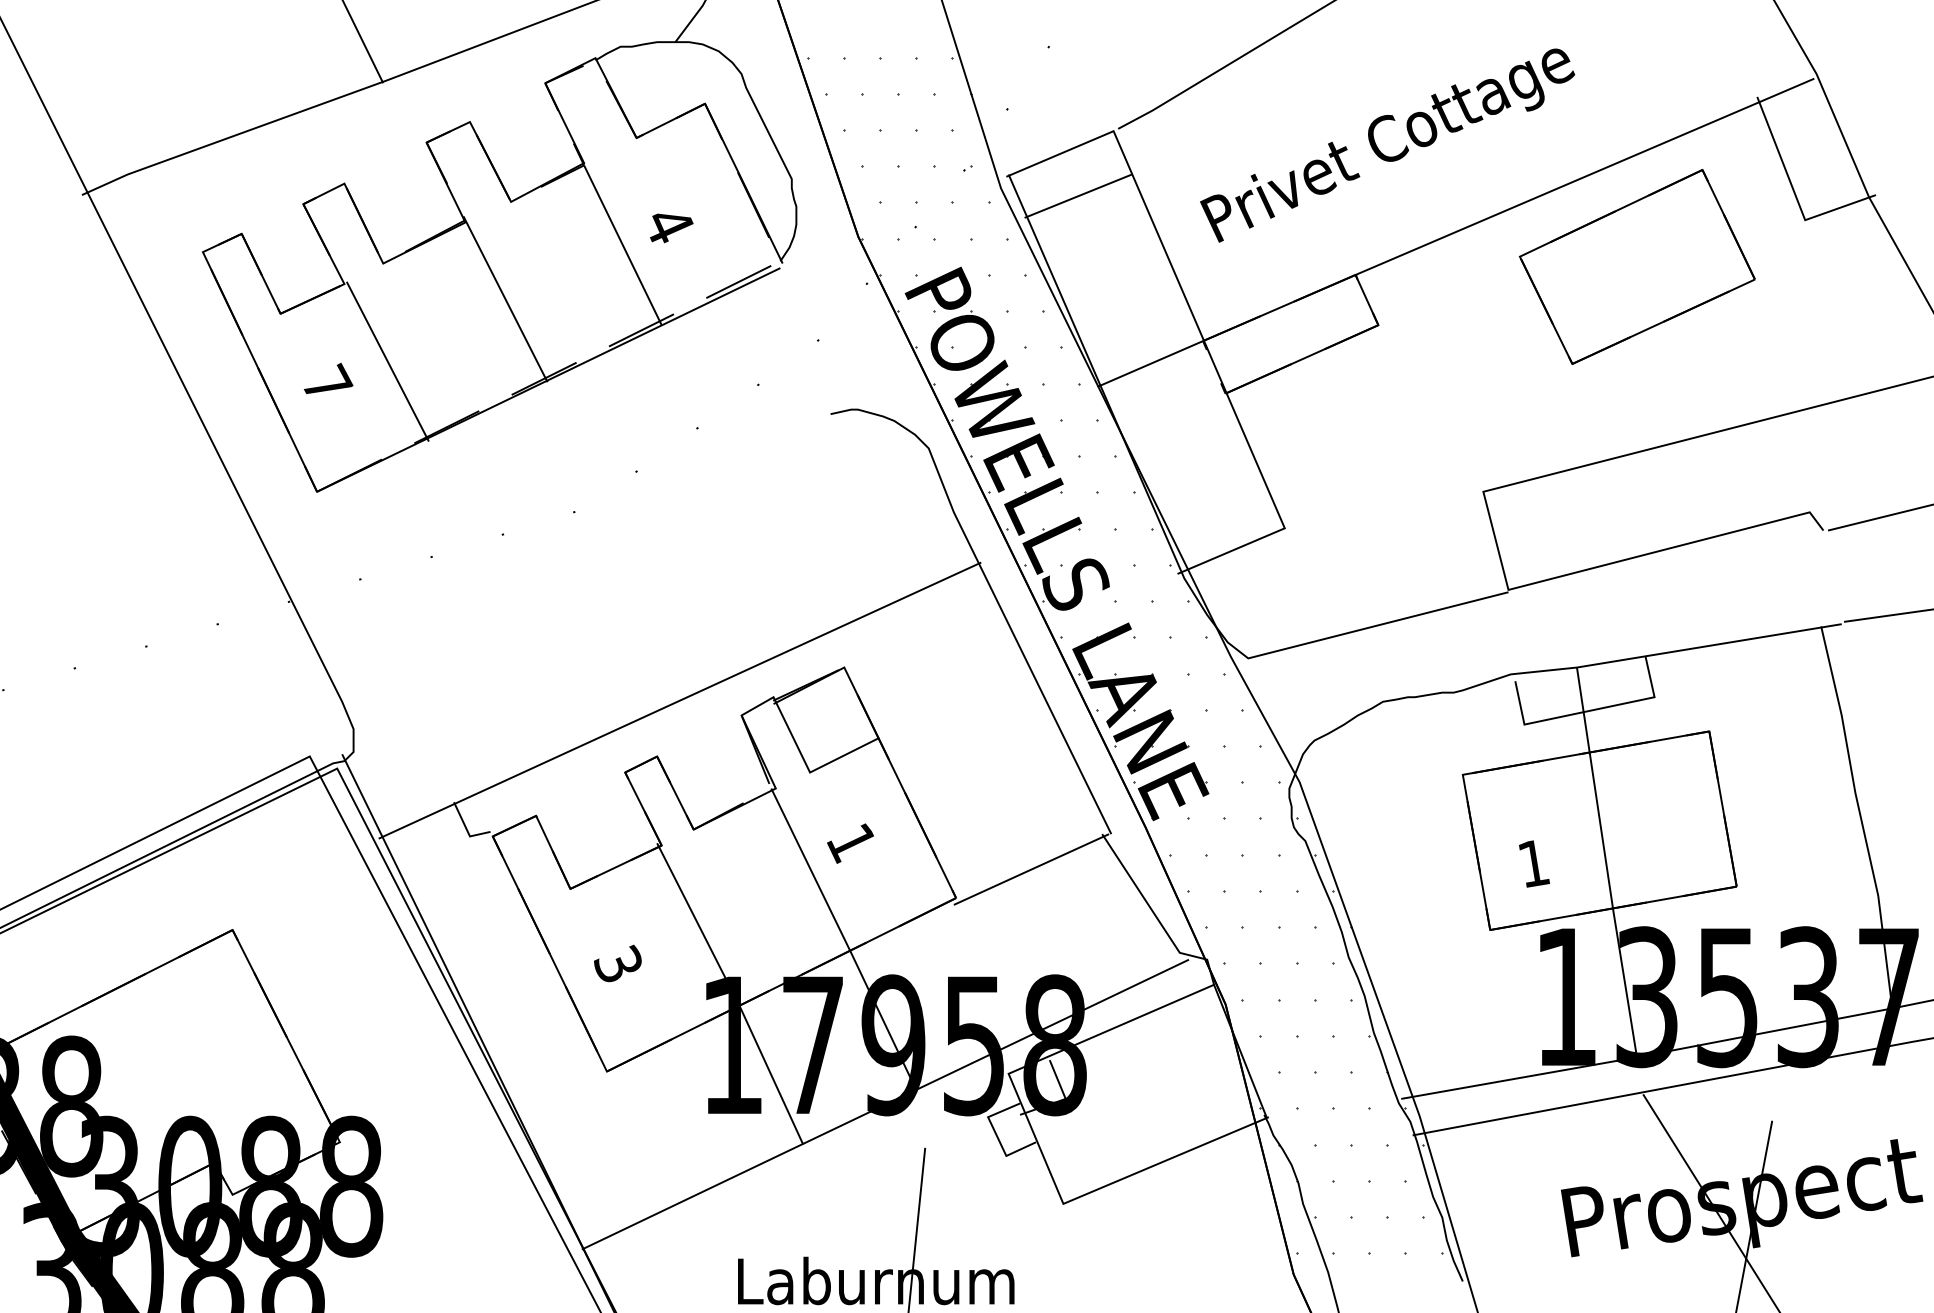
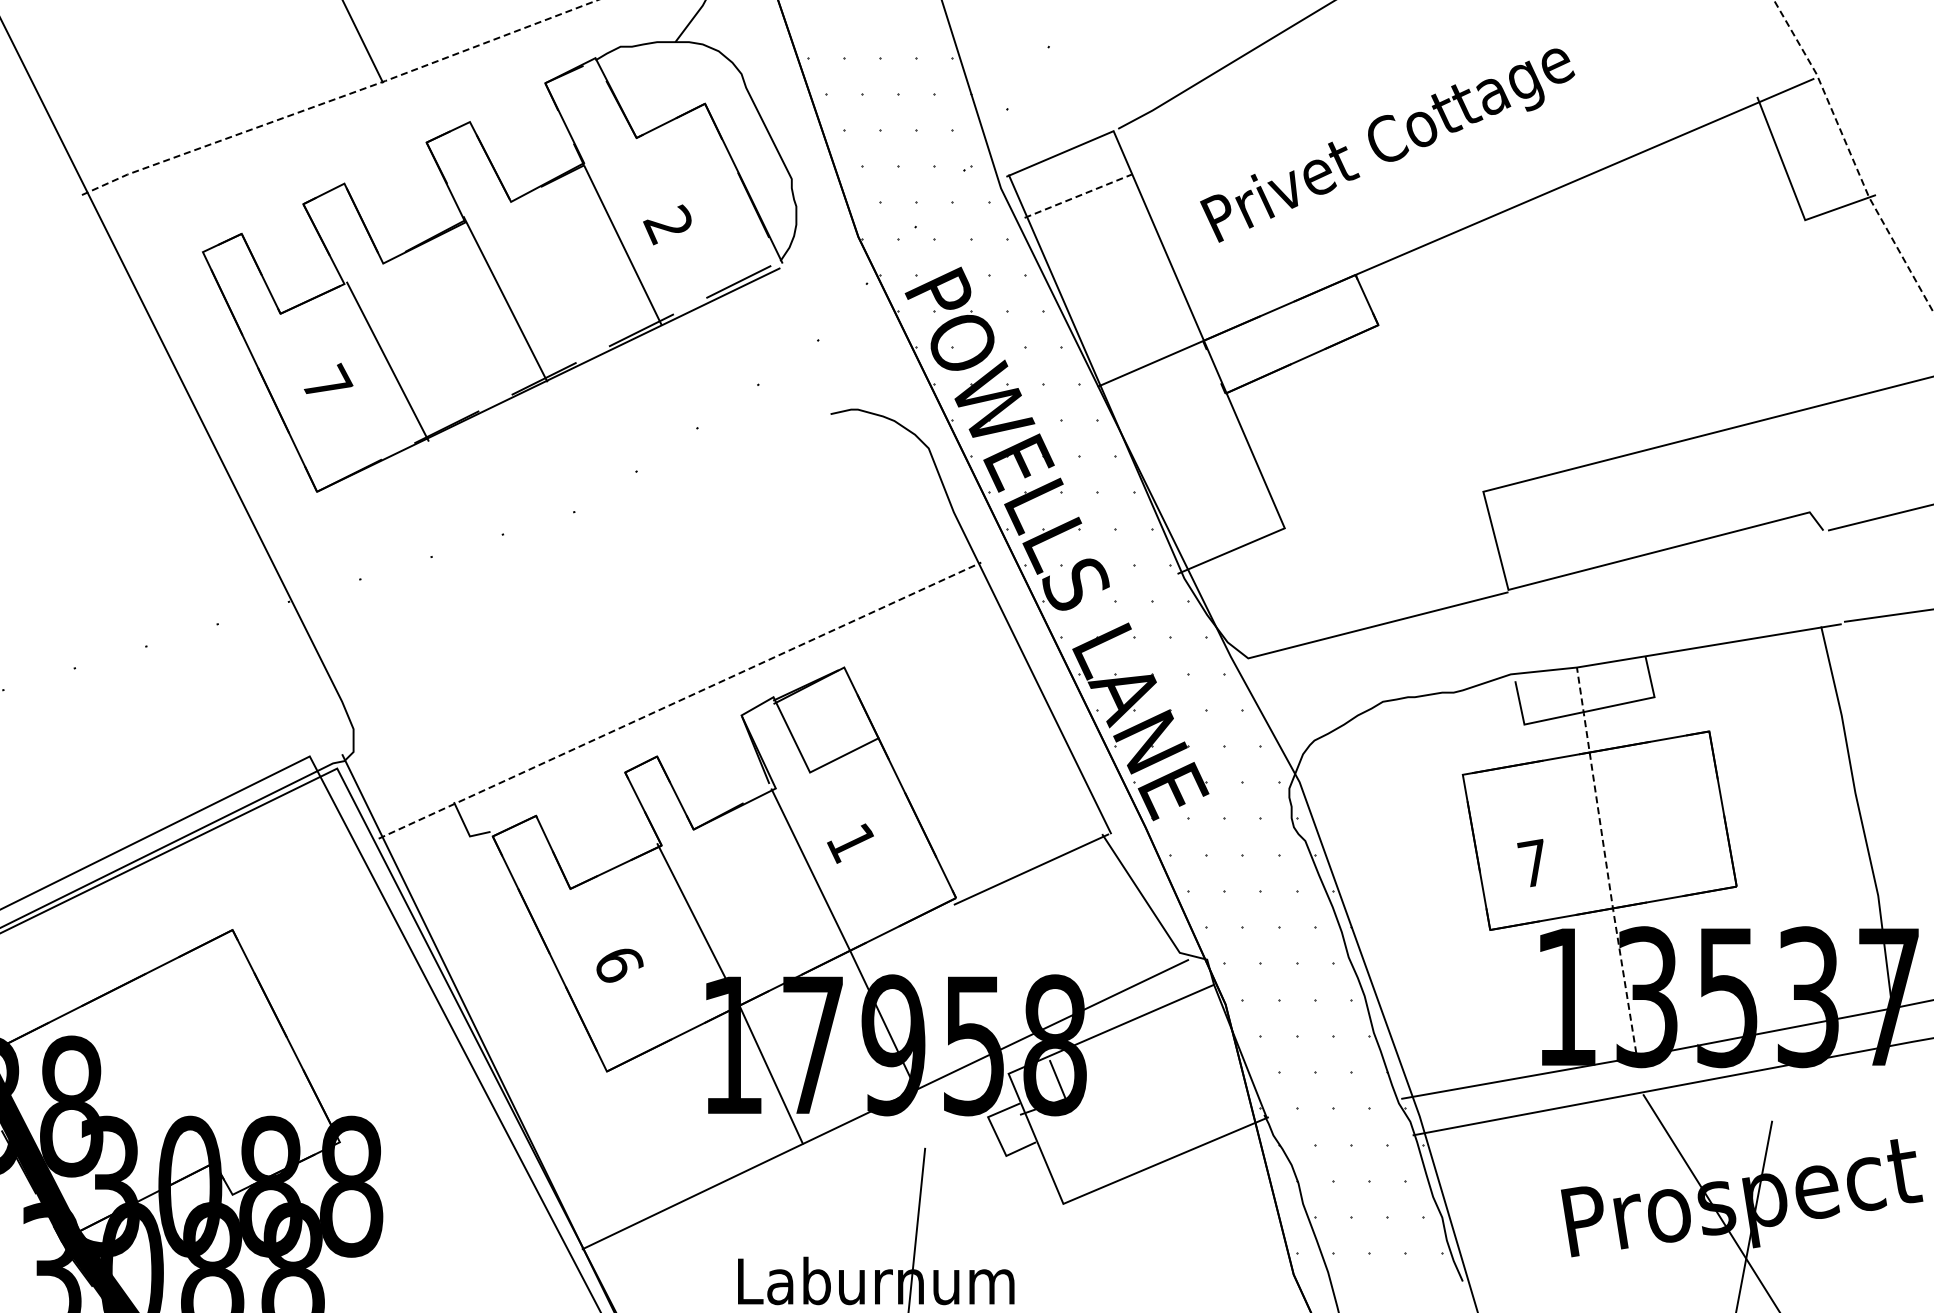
line at (339, 97): solid -> dashed
line at (1852, 157): solid -> dashed
line at (1078, 196): solid -> dashed
text at (668, 224): 4 -> 2
part at (1636, 266): present -> none
line at (680, 700): solid -> dashed
line at (1605, 860): solid -> dashed
text at (1533, 863): 1 -> 7
text at (618, 963): 3 -> 6
